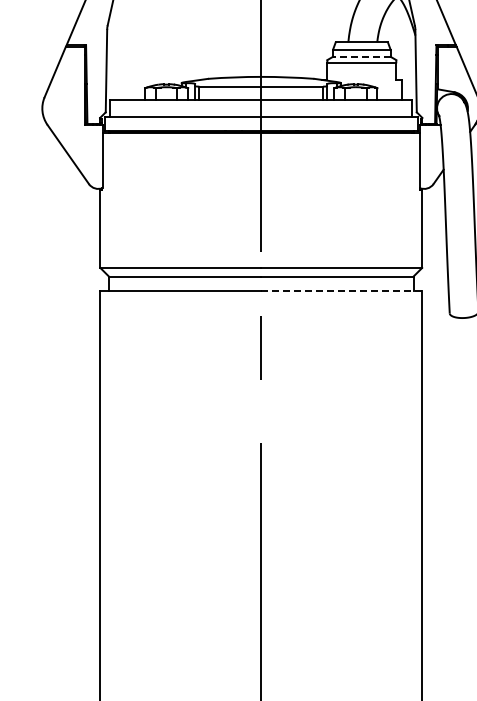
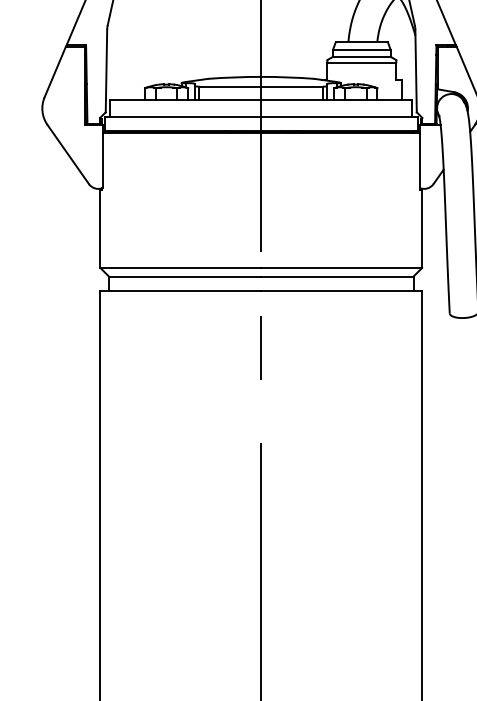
line at (361, 56): dashed -> solid
line at (341, 290): dashed -> solid
